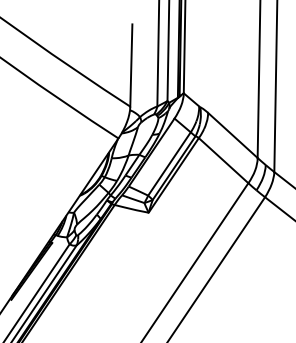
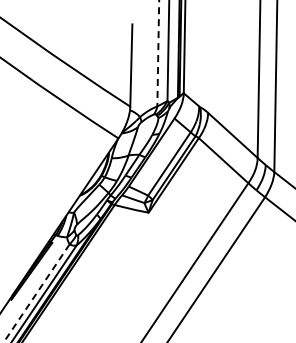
line at (158, 53): solid -> dashed
line at (36, 293): solid -> dashed
